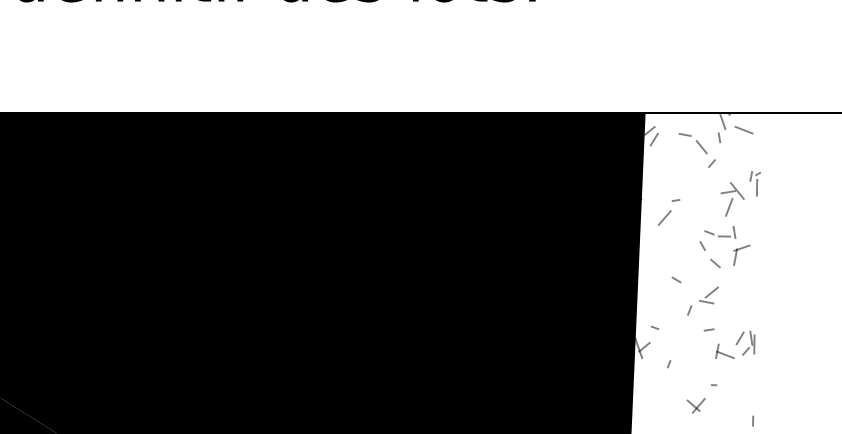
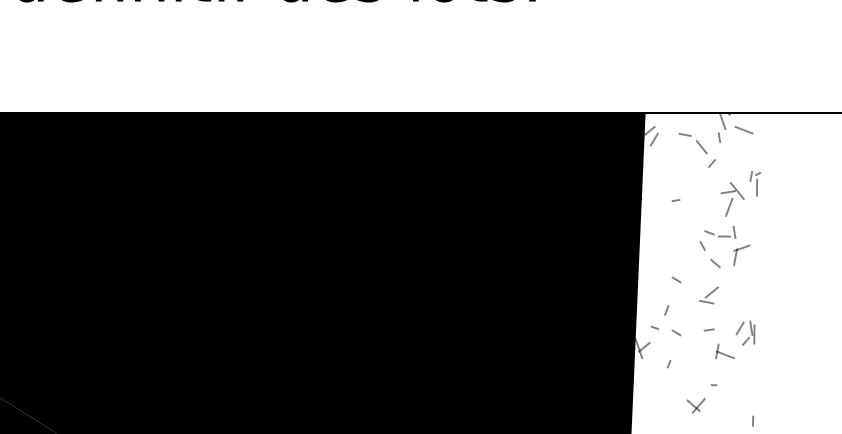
line at (664, 217): present -> none
line at (689, 310) position: (689, 310) -> (666, 310)
line at (676, 332): none -> present
part at (745, 342) position: (745, 342) -> (745, 332)
